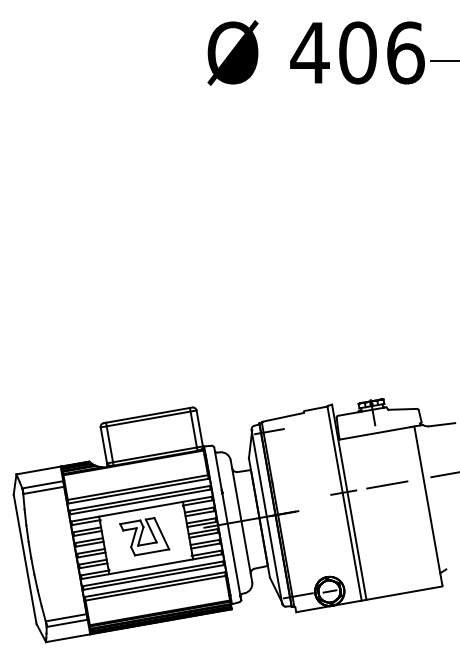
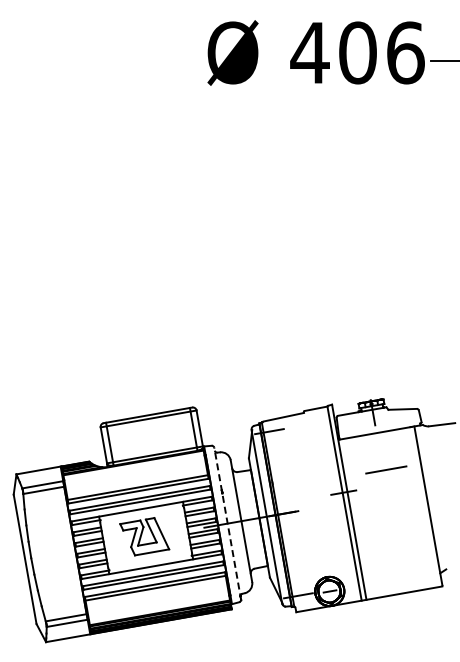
line at (443, 474): present -> none
line at (387, 484) position: (387, 484) -> (386, 469)
line at (227, 523): solid -> dashed
